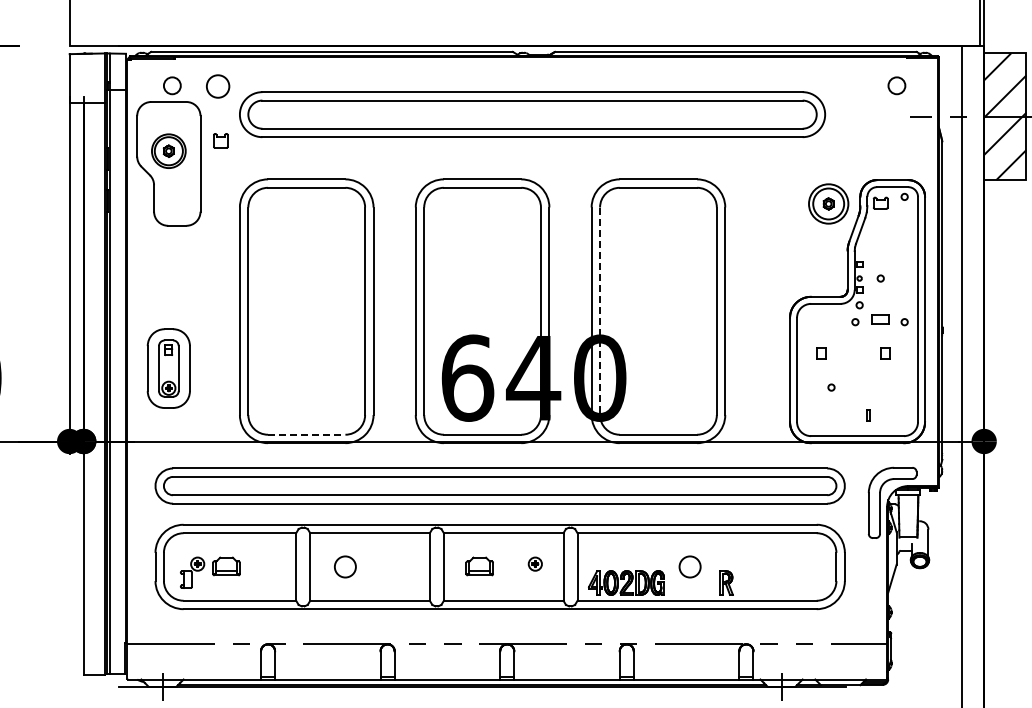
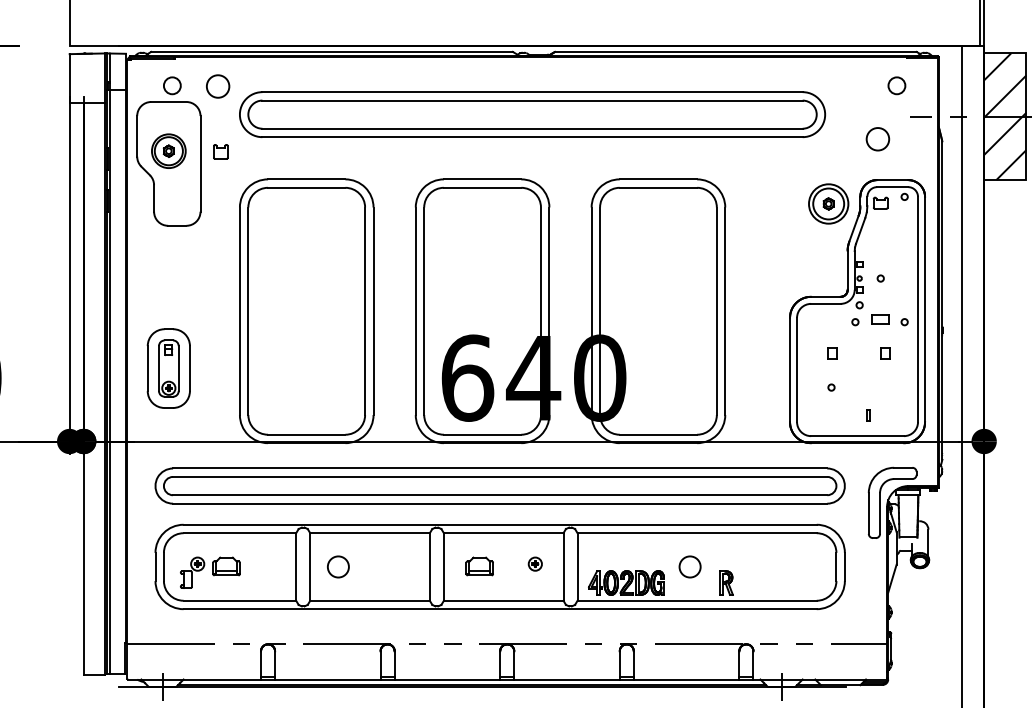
circle at (877, 139): none -> present
part at (220, 140) position: (220, 140) -> (220, 151)
line at (600, 311): dashed -> solid
part at (821, 353) position: (821, 353) -> (832, 353)
line at (306, 434): dashed -> solid
circle at (345, 566) position: (345, 566) -> (338, 566)
